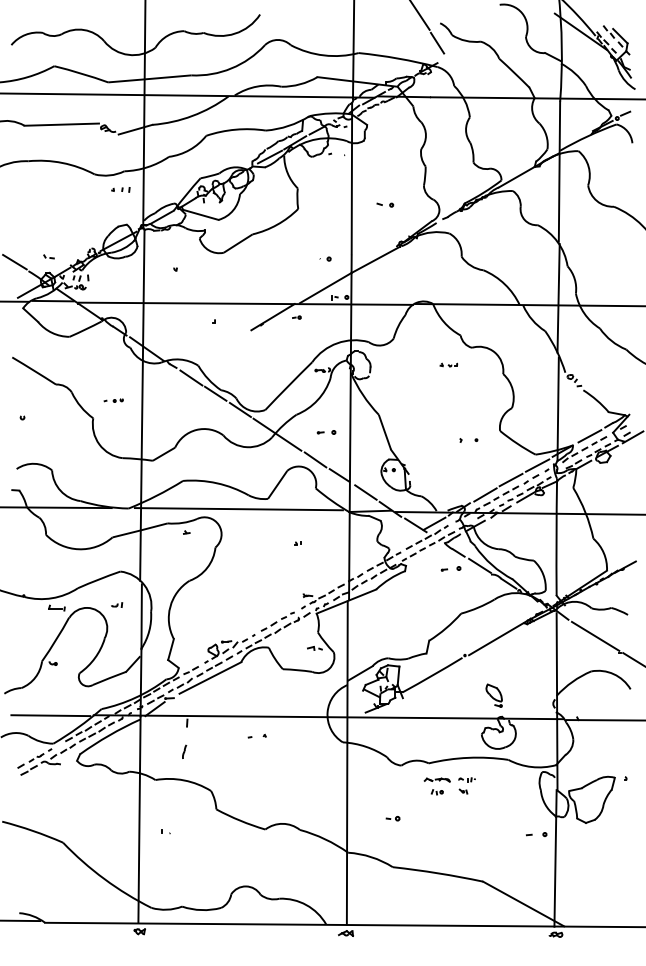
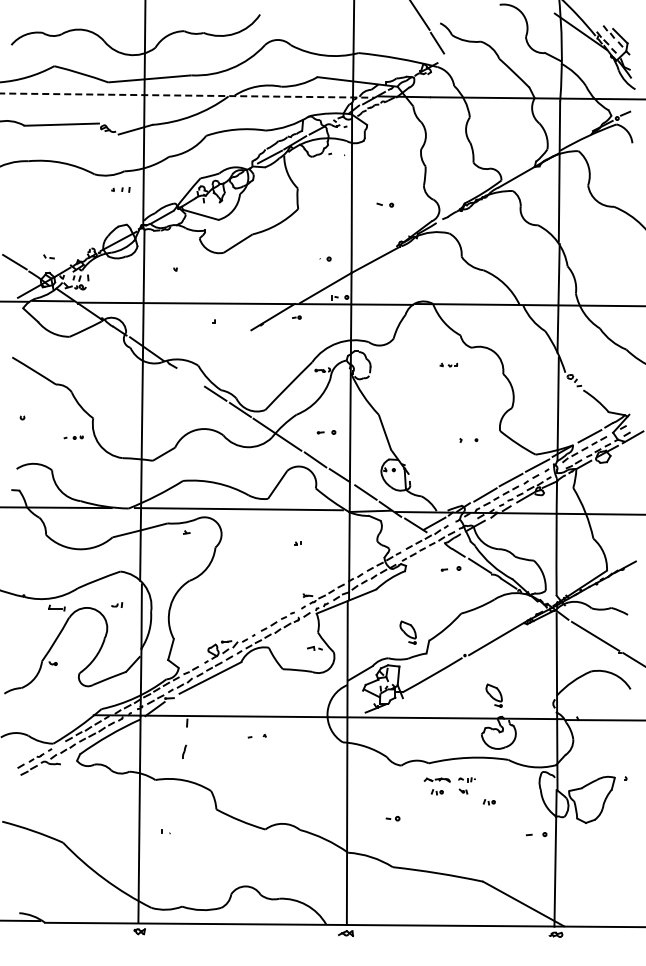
line at (187, 95): solid -> dashed
line at (191, 377): present -> none
part at (113, 400) position: (113, 400) -> (73, 437)
part at (407, 632): none -> present
line at (50, 715): present -> none
part at (488, 802): none -> present
